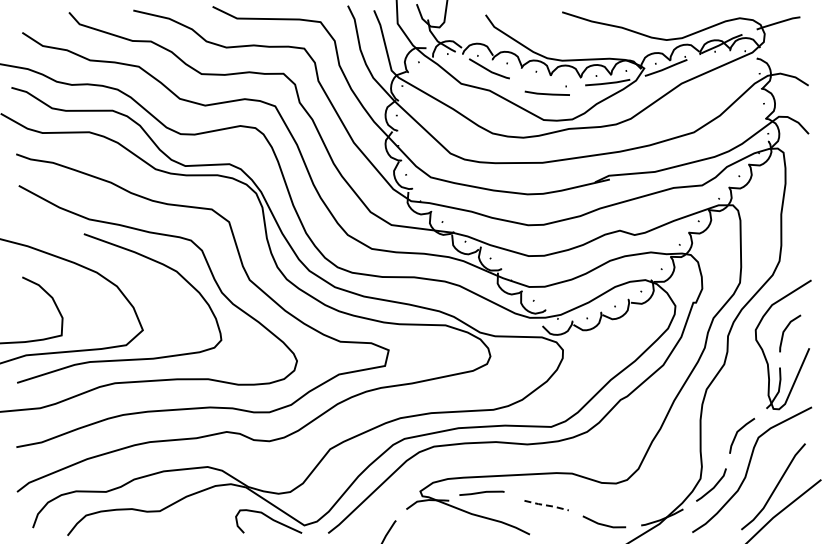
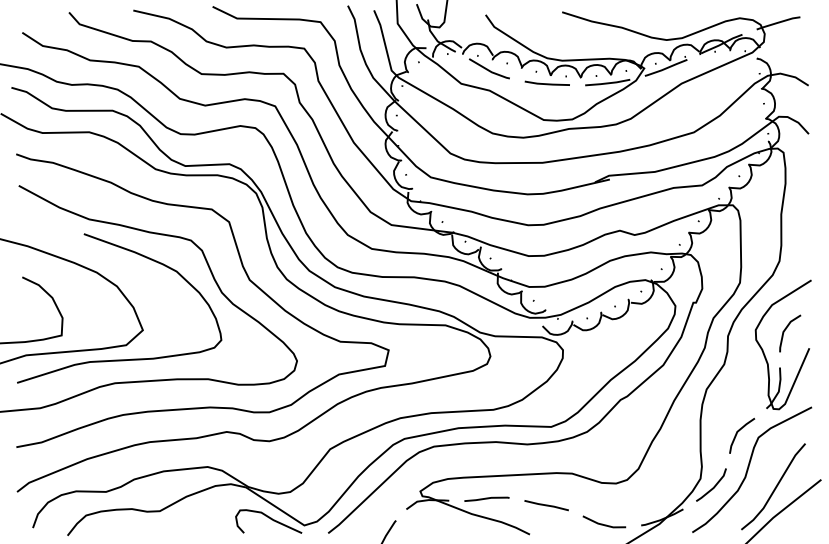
part at (546, 90) position: (546, 90) -> (546, 80)
line at (481, 492) position: (481, 492) -> (486, 498)
line at (547, 505): dashed -> solid
